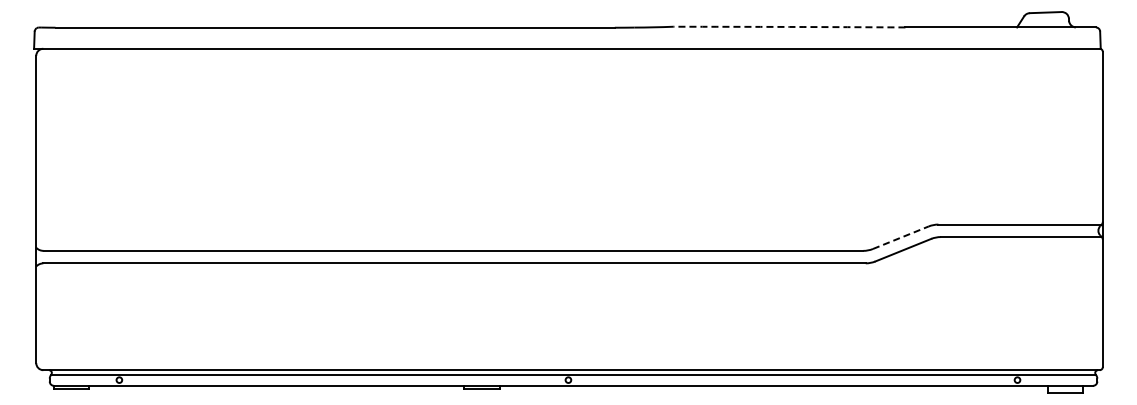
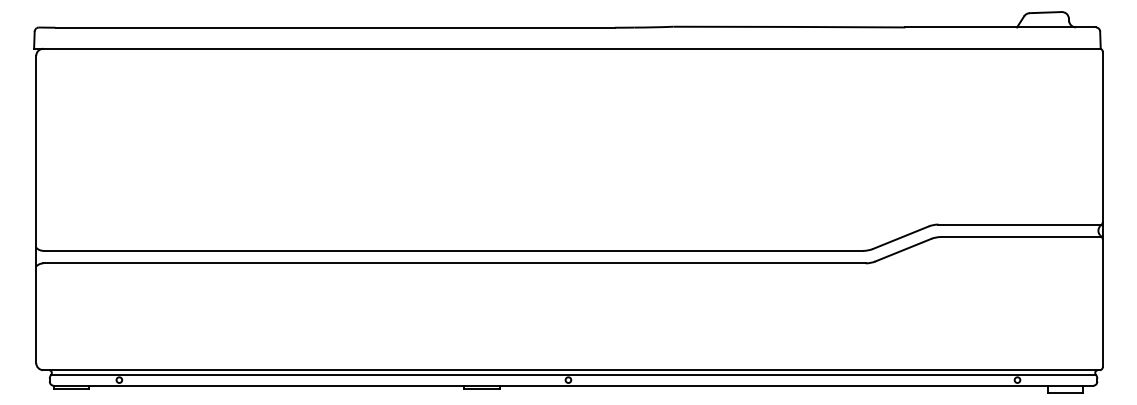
arc at (789, 26): dashed -> solid
line at (901, 237): dashed -> solid
